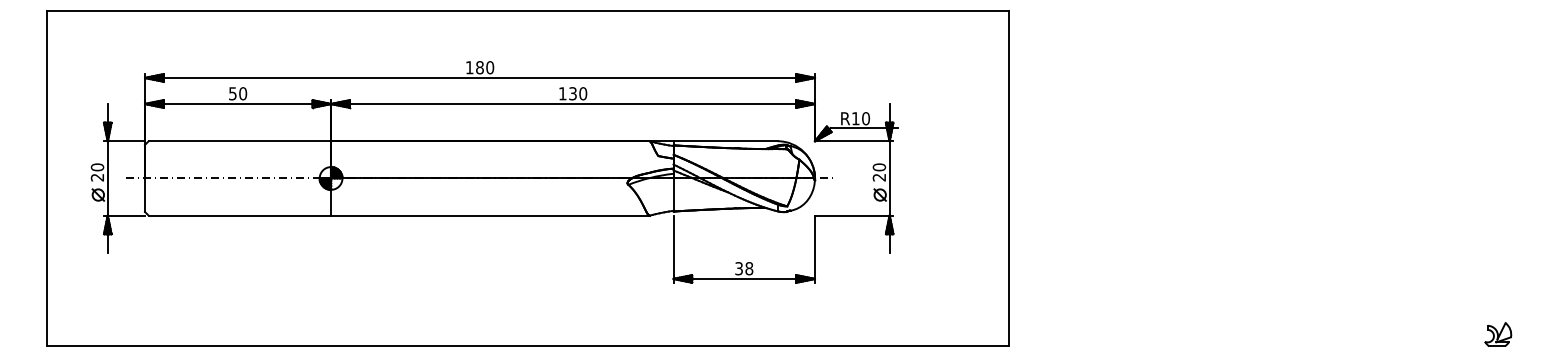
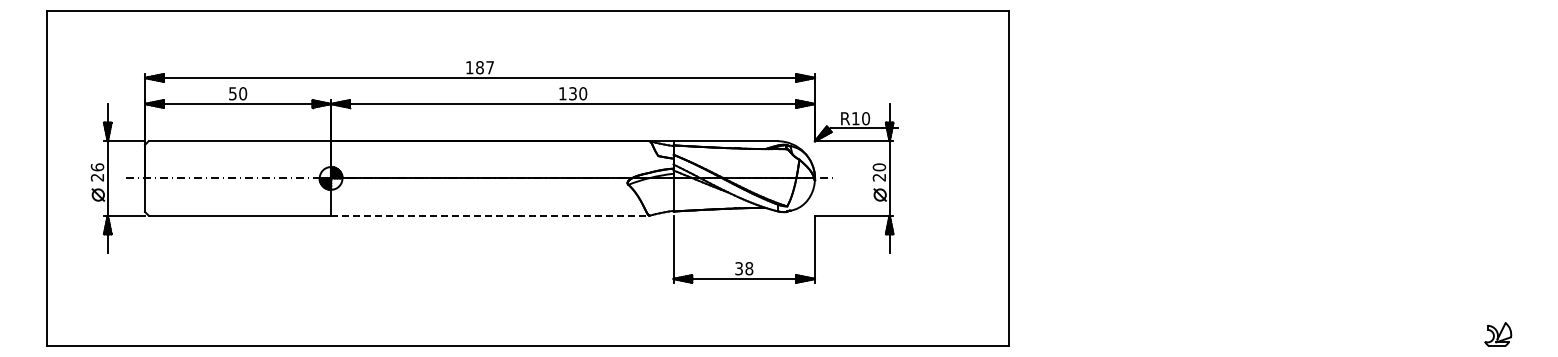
text at (490, 67): 180 -> 187
text at (96, 167): 20 -> 26
line at (490, 215): solid -> dashed
